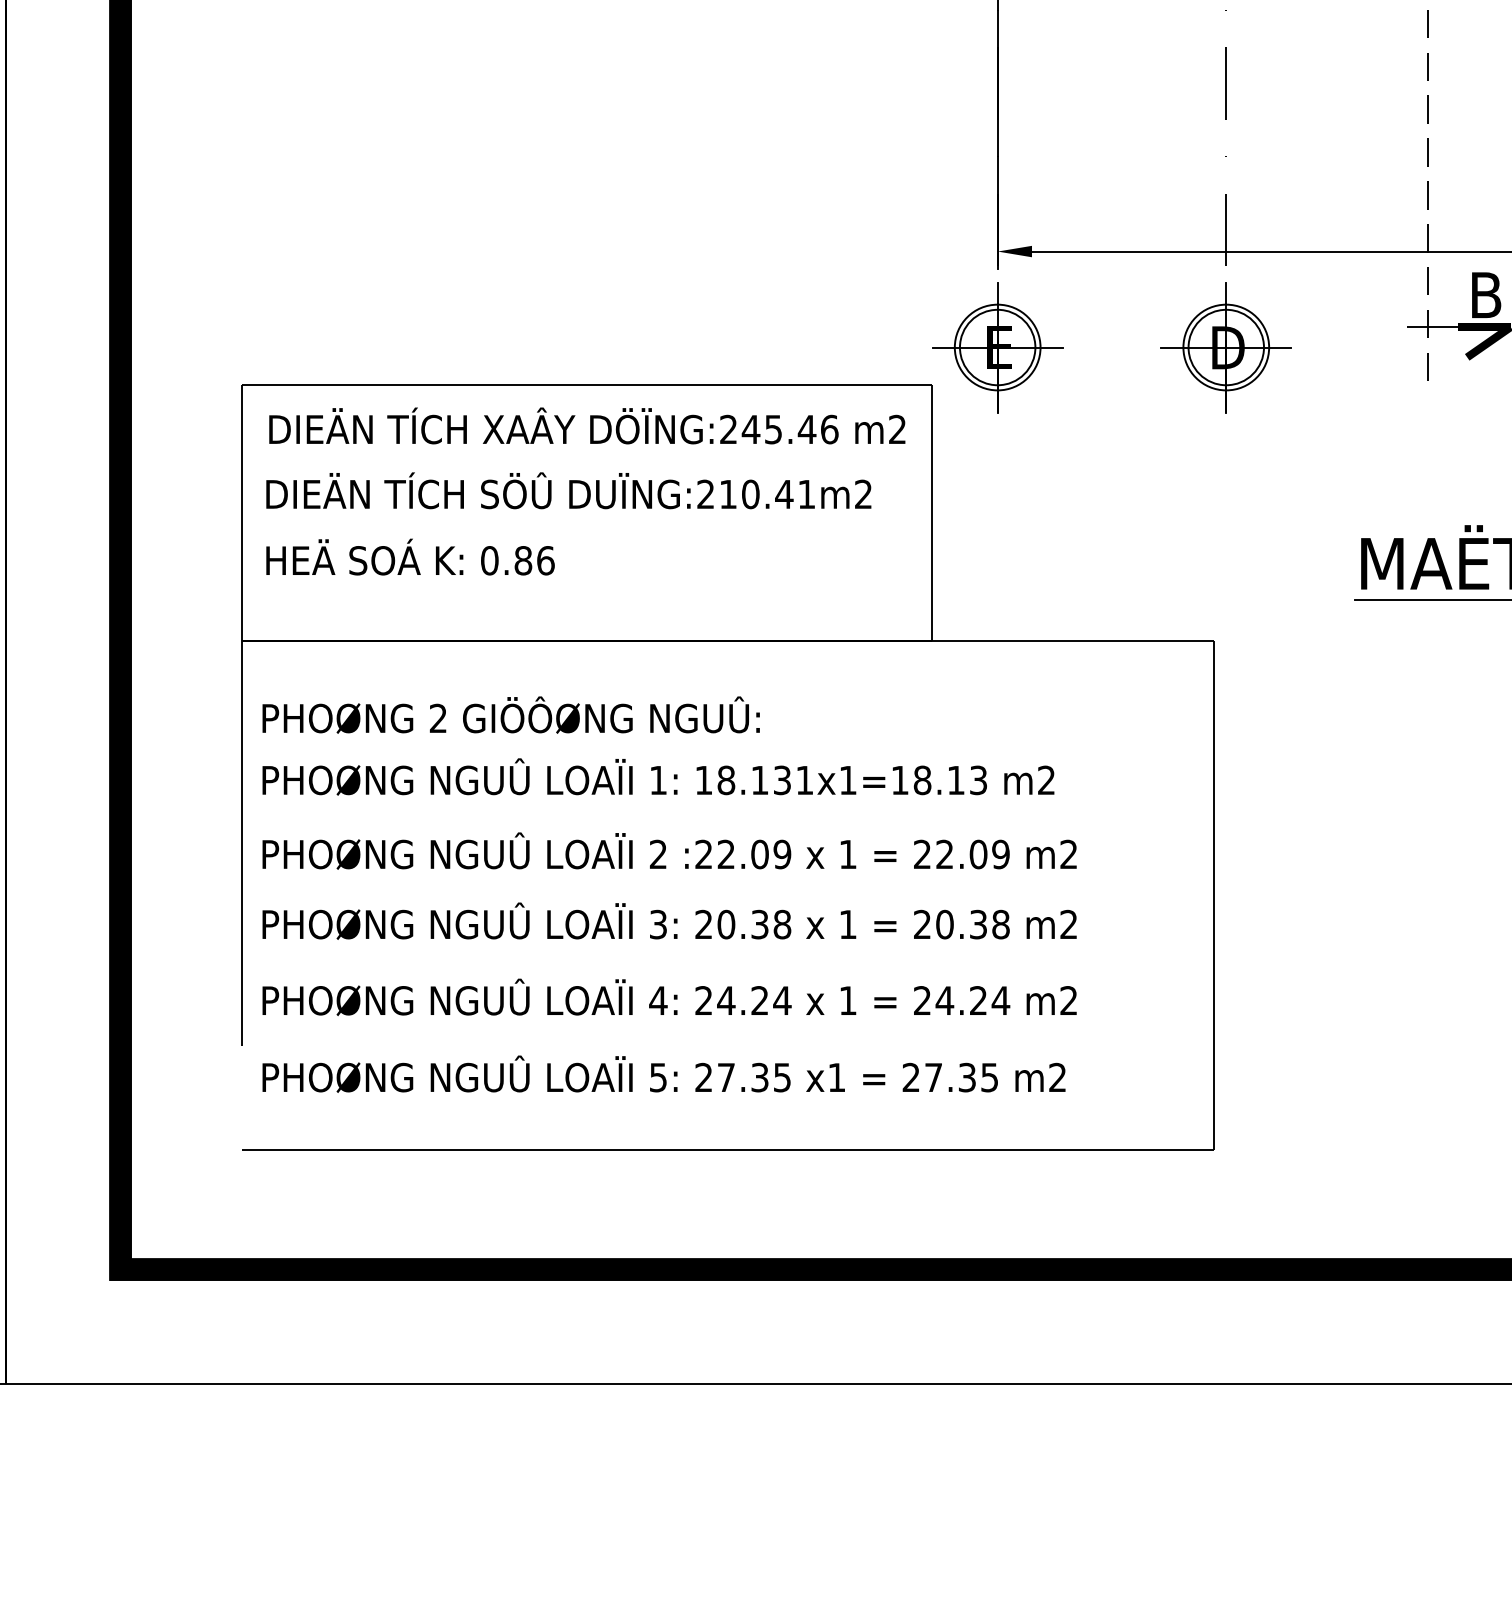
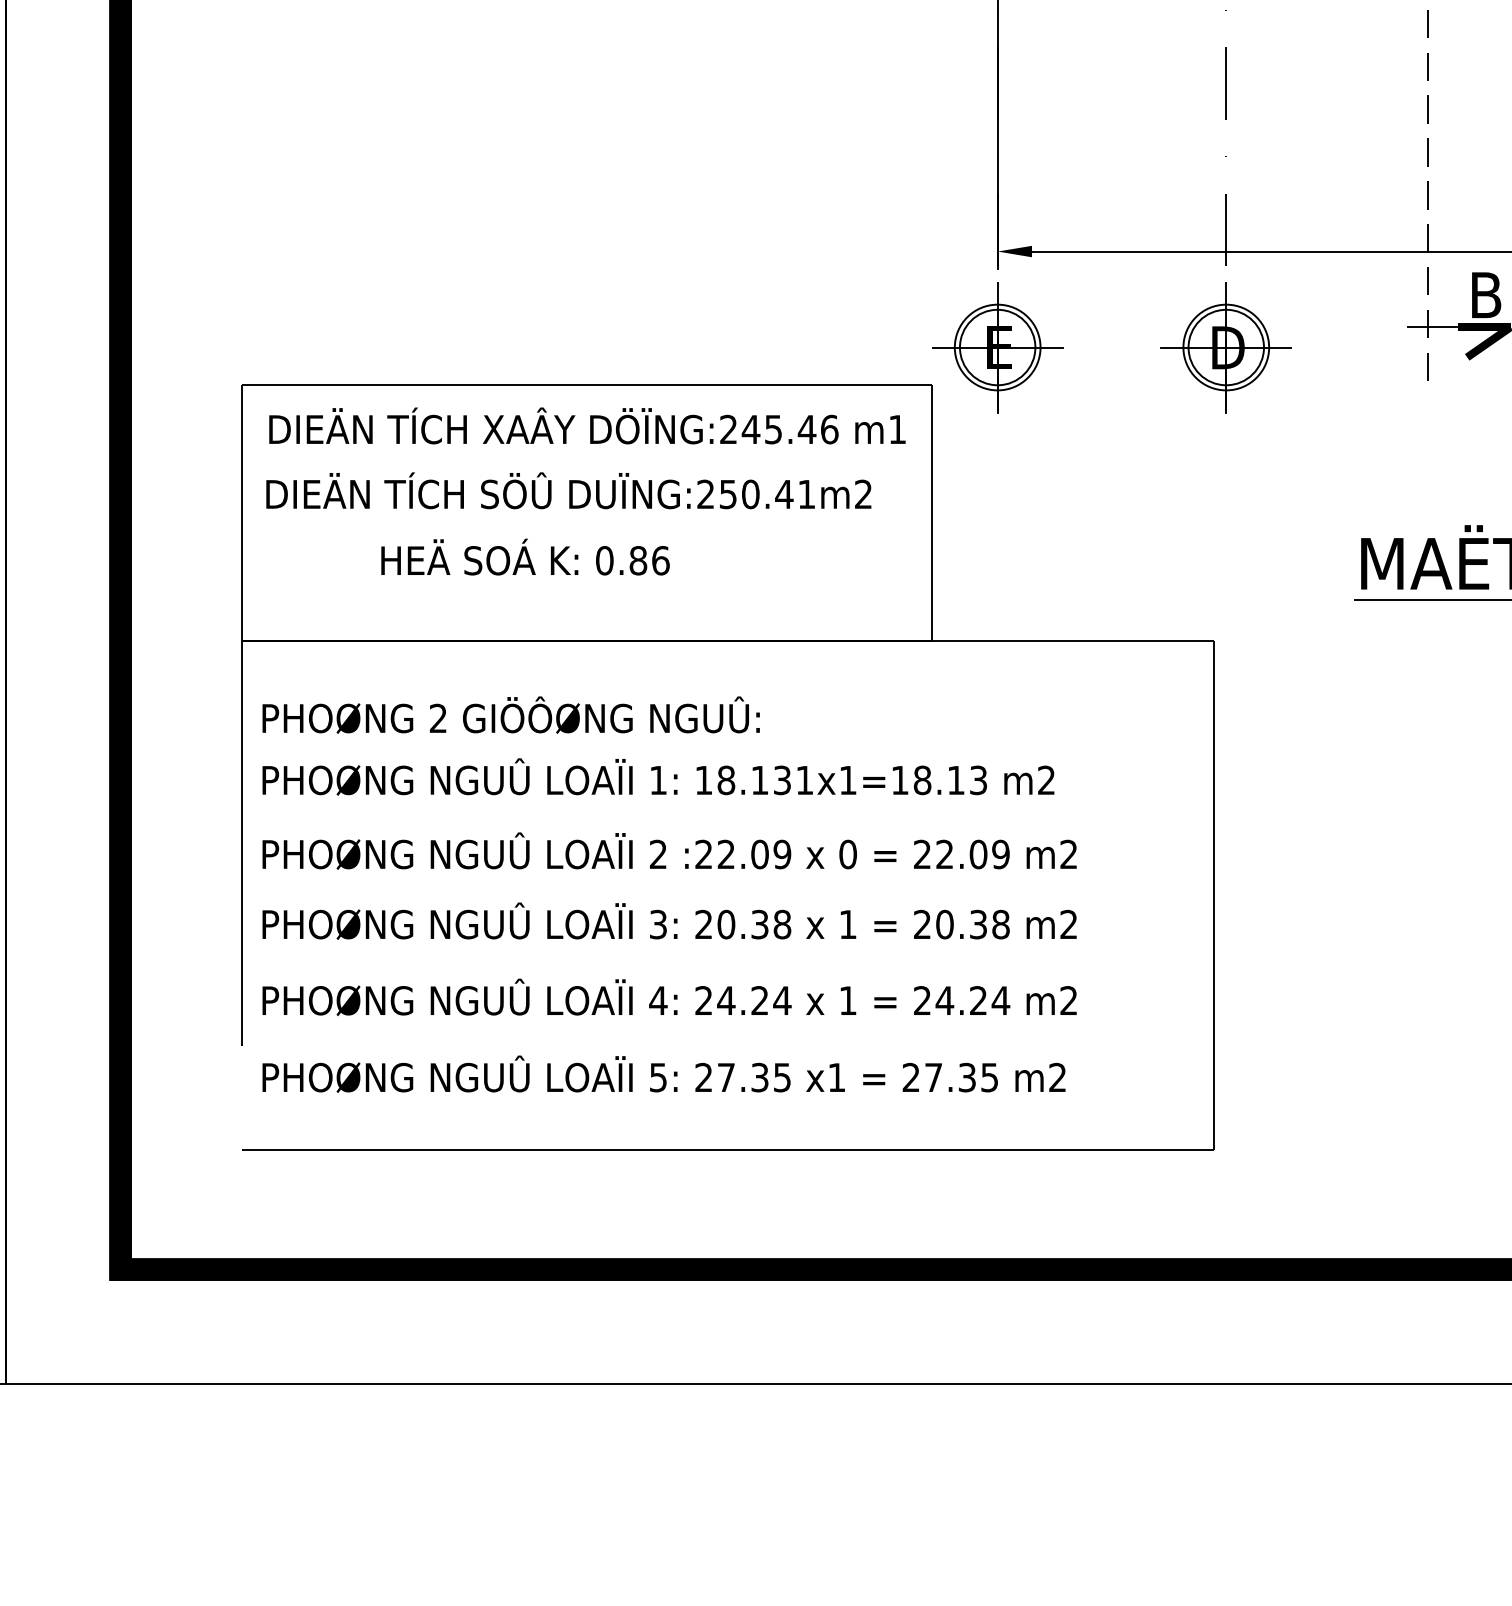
text at (897, 428): m2 -> m1
text at (728, 494): DUÏNG:210.41m2 -> DUÏNG:250.41m2
text at (410, 556) position: (410, 556) -> (525, 556)
text at (847, 854): 1 -> 0
